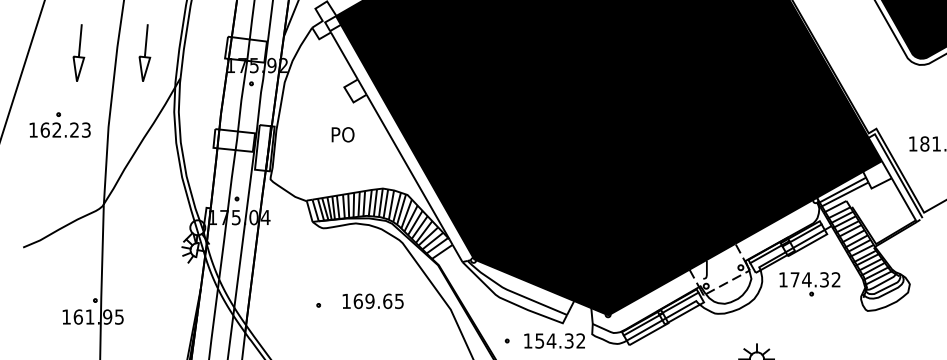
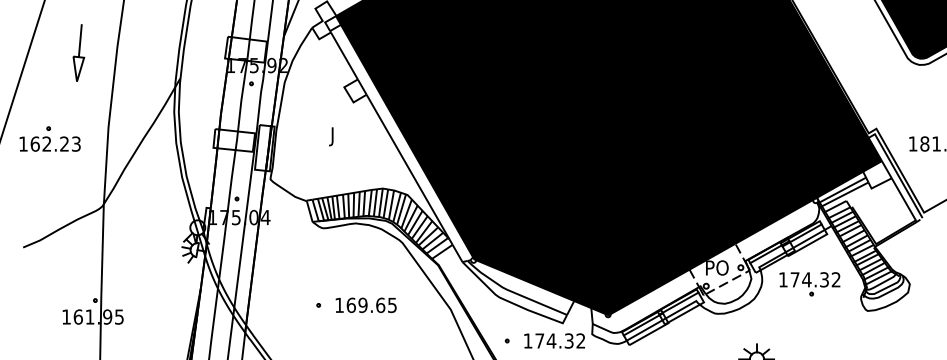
part at (144, 52): present -> none
part at (59, 124) position: (59, 124) -> (49, 138)
text at (341, 136): PO -> J
text at (715, 269): J -> PO
text at (372, 301) position: (372, 301) -> (365, 305)
text at (539, 340): 154.32 -> 174.32
